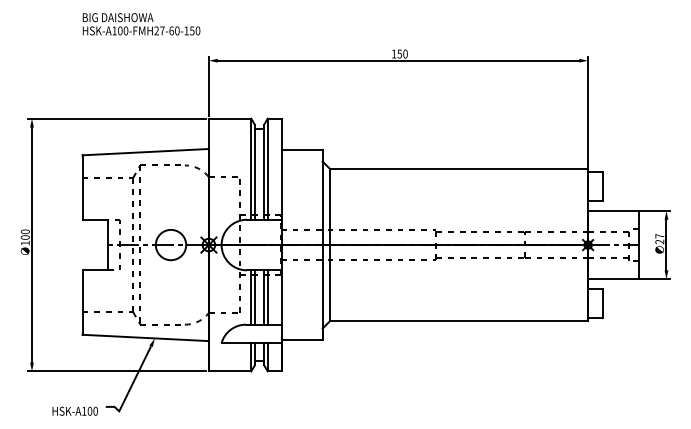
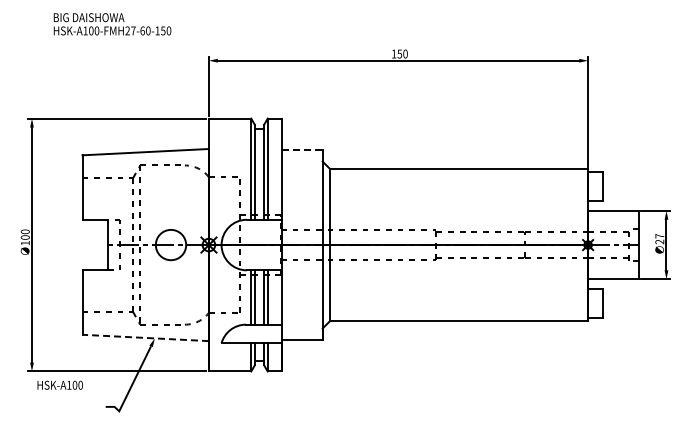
text at (141, 24) position: (141, 24) -> (112, 24)
line at (302, 150): solid -> dashed
line at (145, 337): solid -> dashed
text at (74, 410) position: (74, 410) -> (59, 384)
